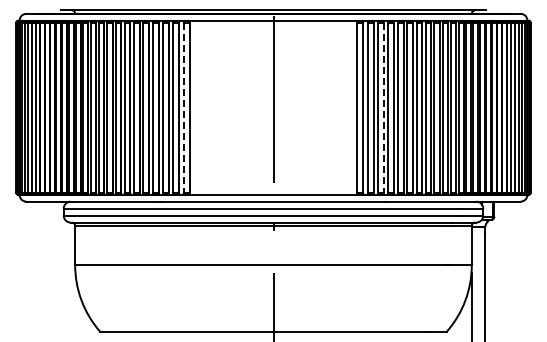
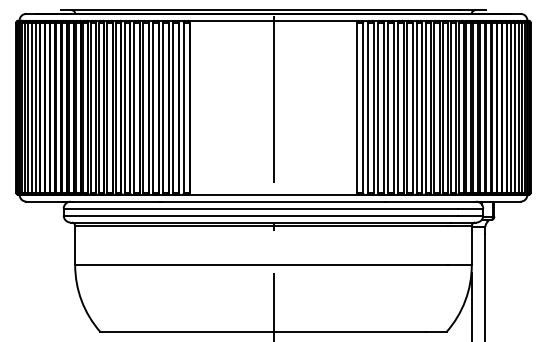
line at (183, 108): dashed -> solid
line at (383, 108): dashed -> solid
